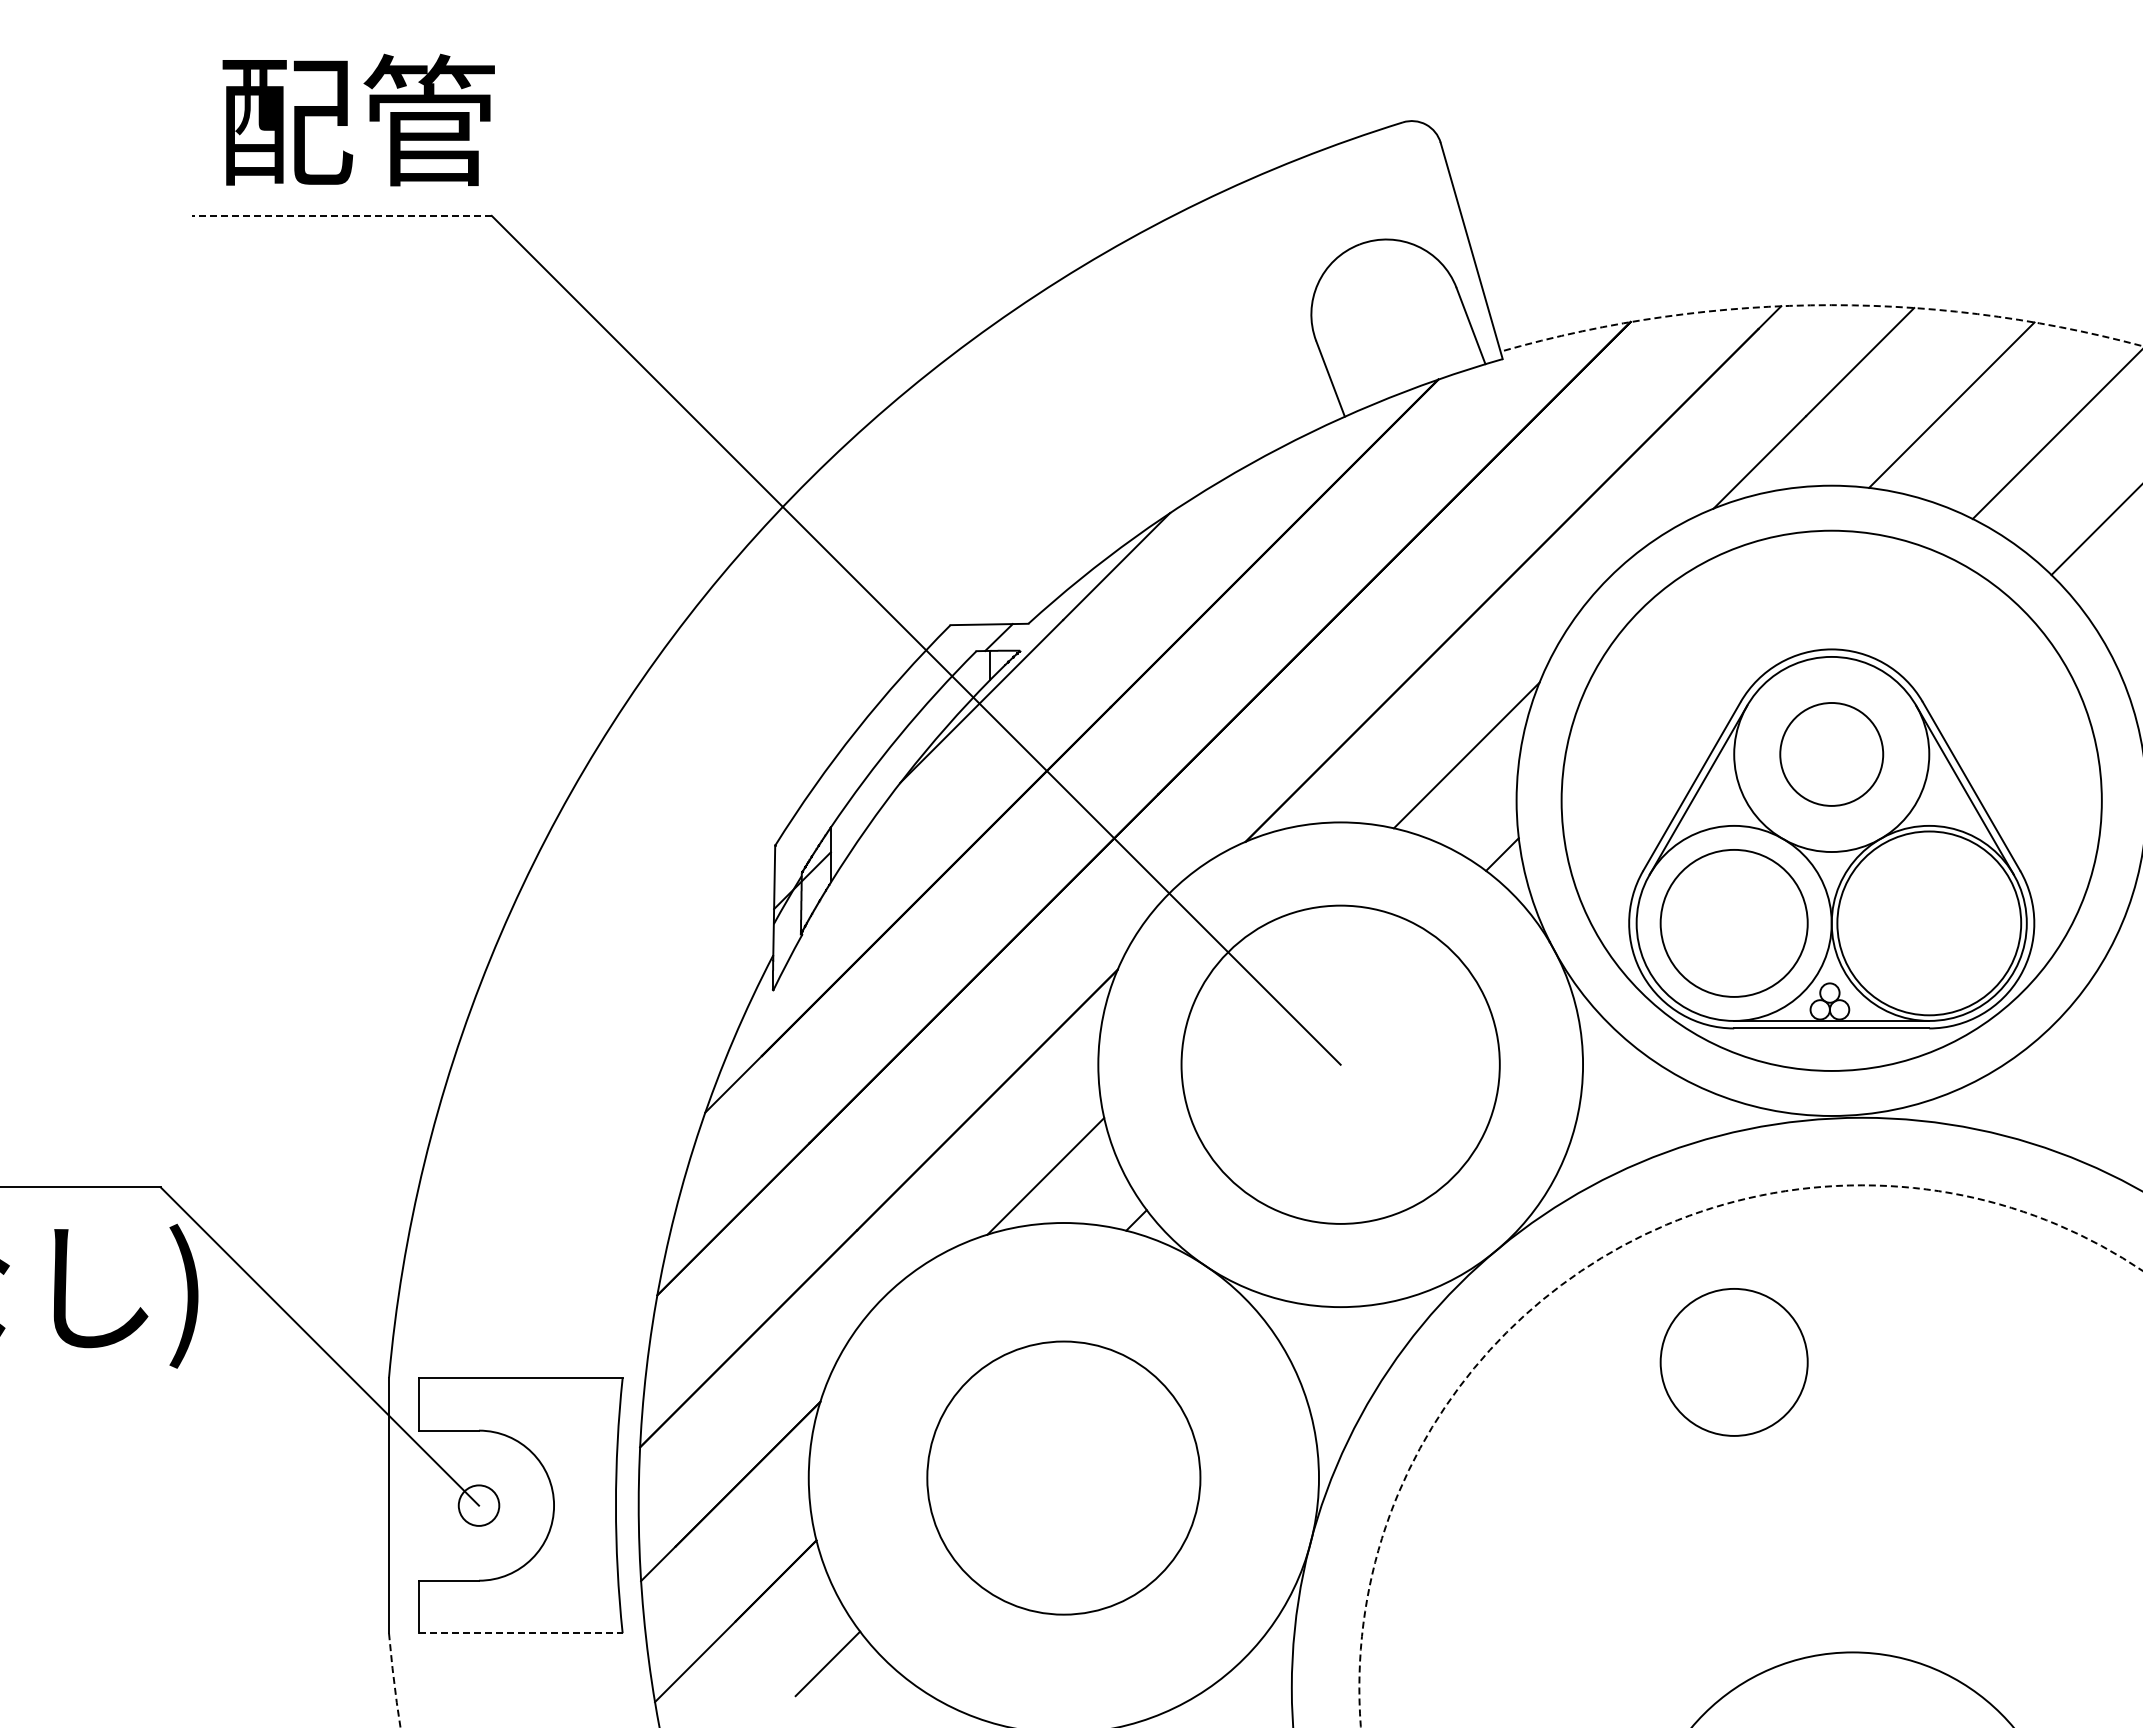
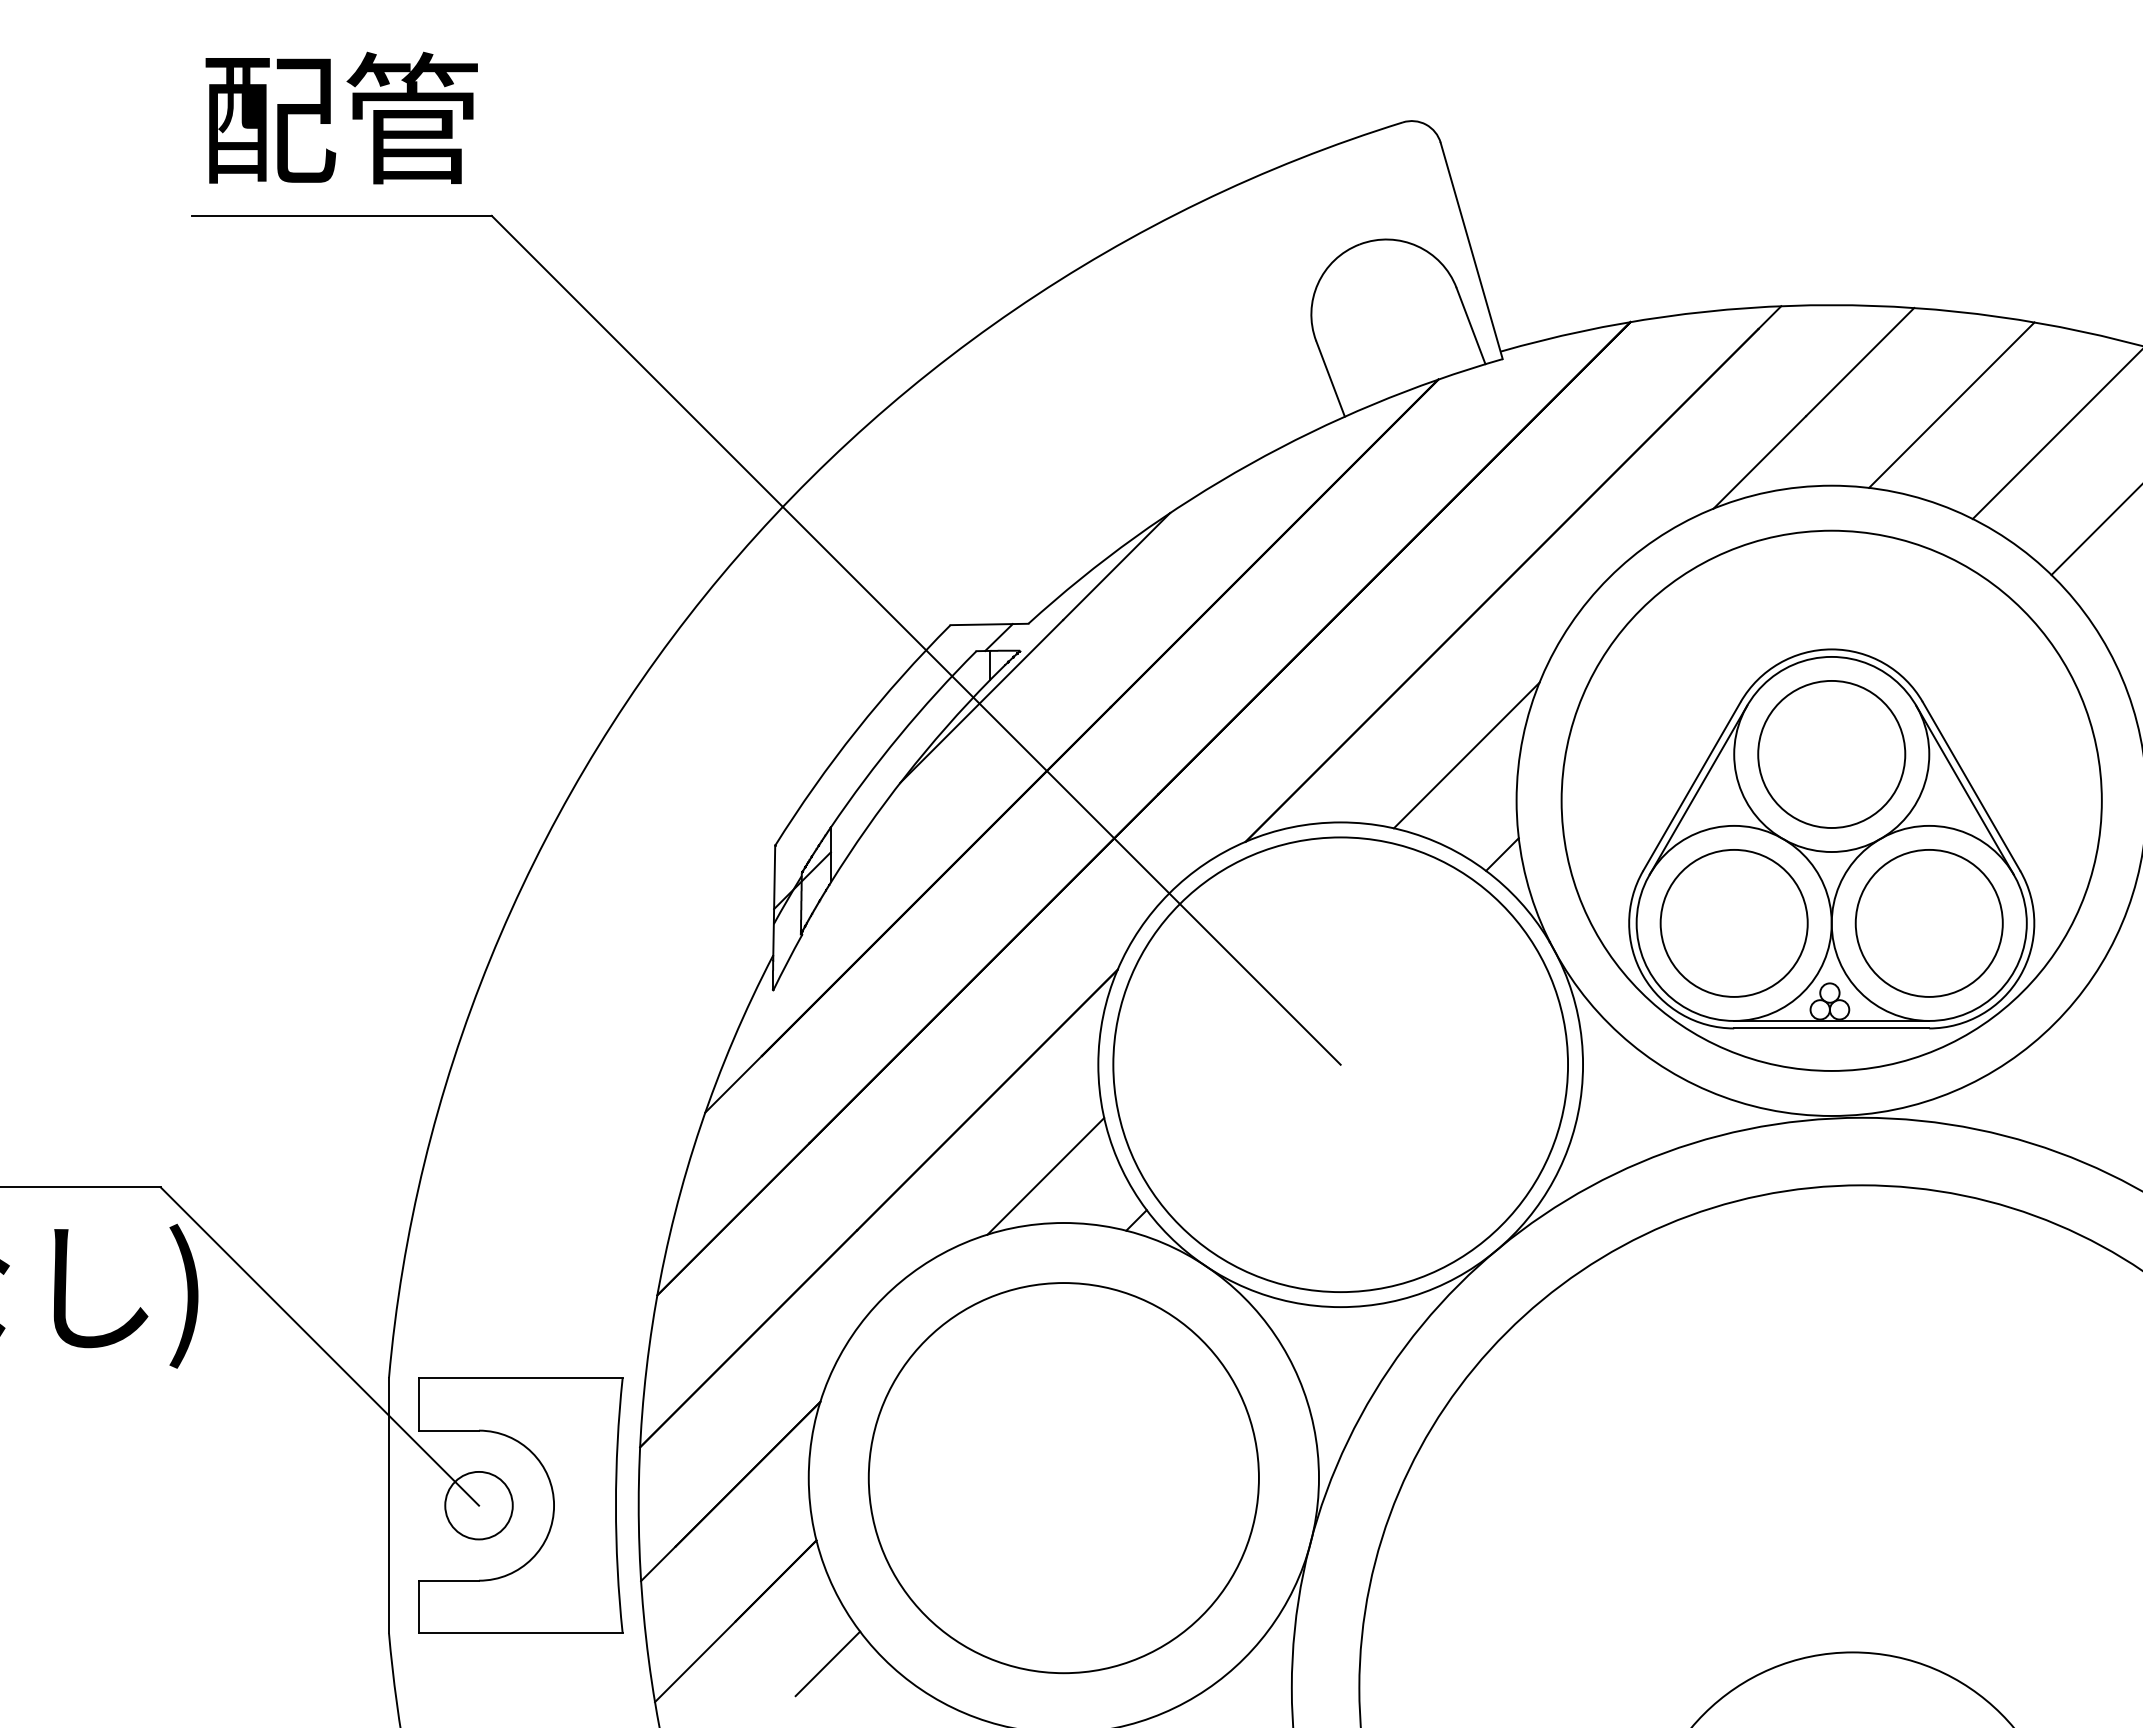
text at (358, 119) position: (358, 119) -> (341, 117)
line at (341, 215): dashed -> solid
arc at (1820, 305): dashed -> solid
circle at (1831, 754) diameter: 103 px -> 147 px
circle at (1929, 923) diameter: 184 px -> 147 px
circle at (1340, 1064) diameter: 318 px -> 455 px
circle at (1733, 1362): present -> none
circle at (1750, 1456): dashed -> solid
circle at (1063, 1477) diameter: 273 px -> 390 px
circle at (478, 1505) diameter: 41 px -> 68 px
line at (520, 1633): dashed -> solid
arc at (393, 1680): dashed -> solid
